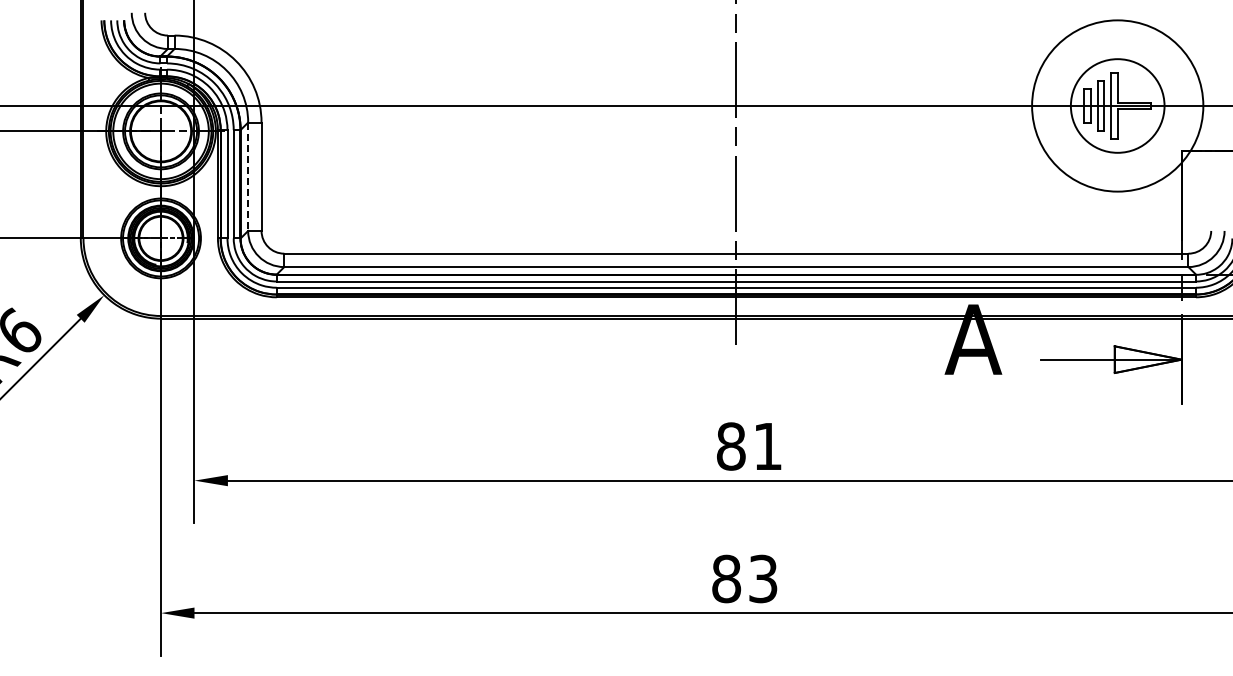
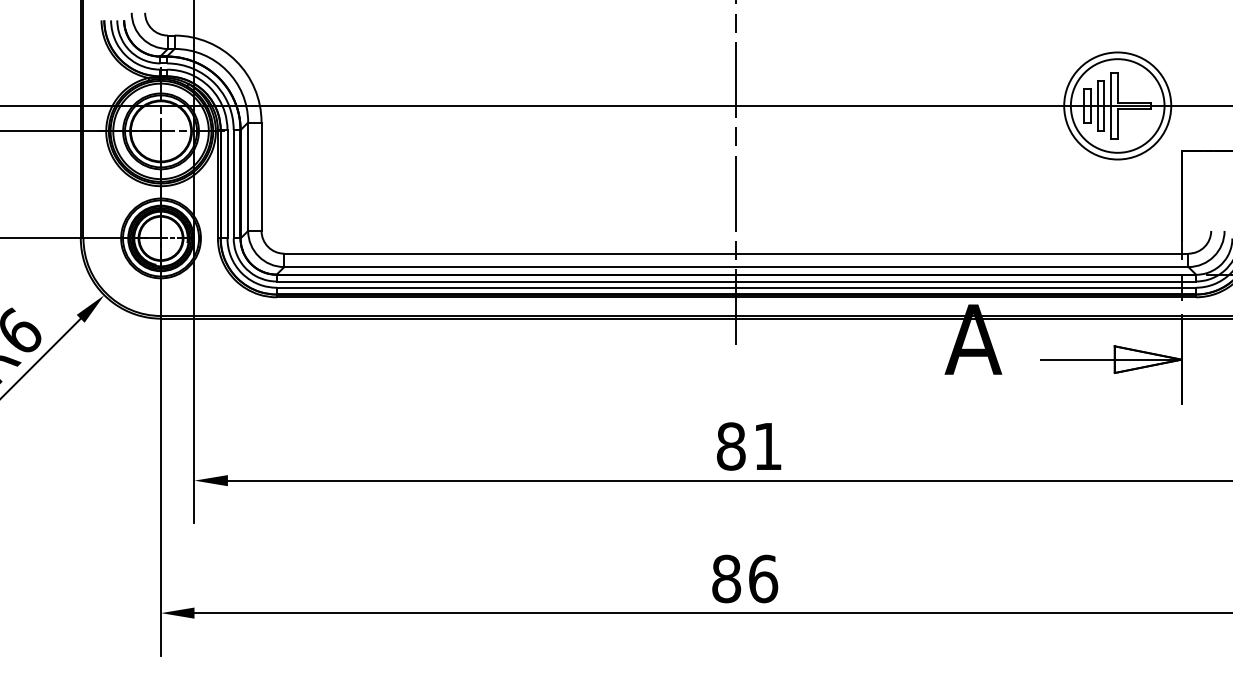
circle at (1117, 105) diameter: 171 px -> 107 px
line at (248, 177): dashed -> solid
text at (763, 578): 83 -> 86
